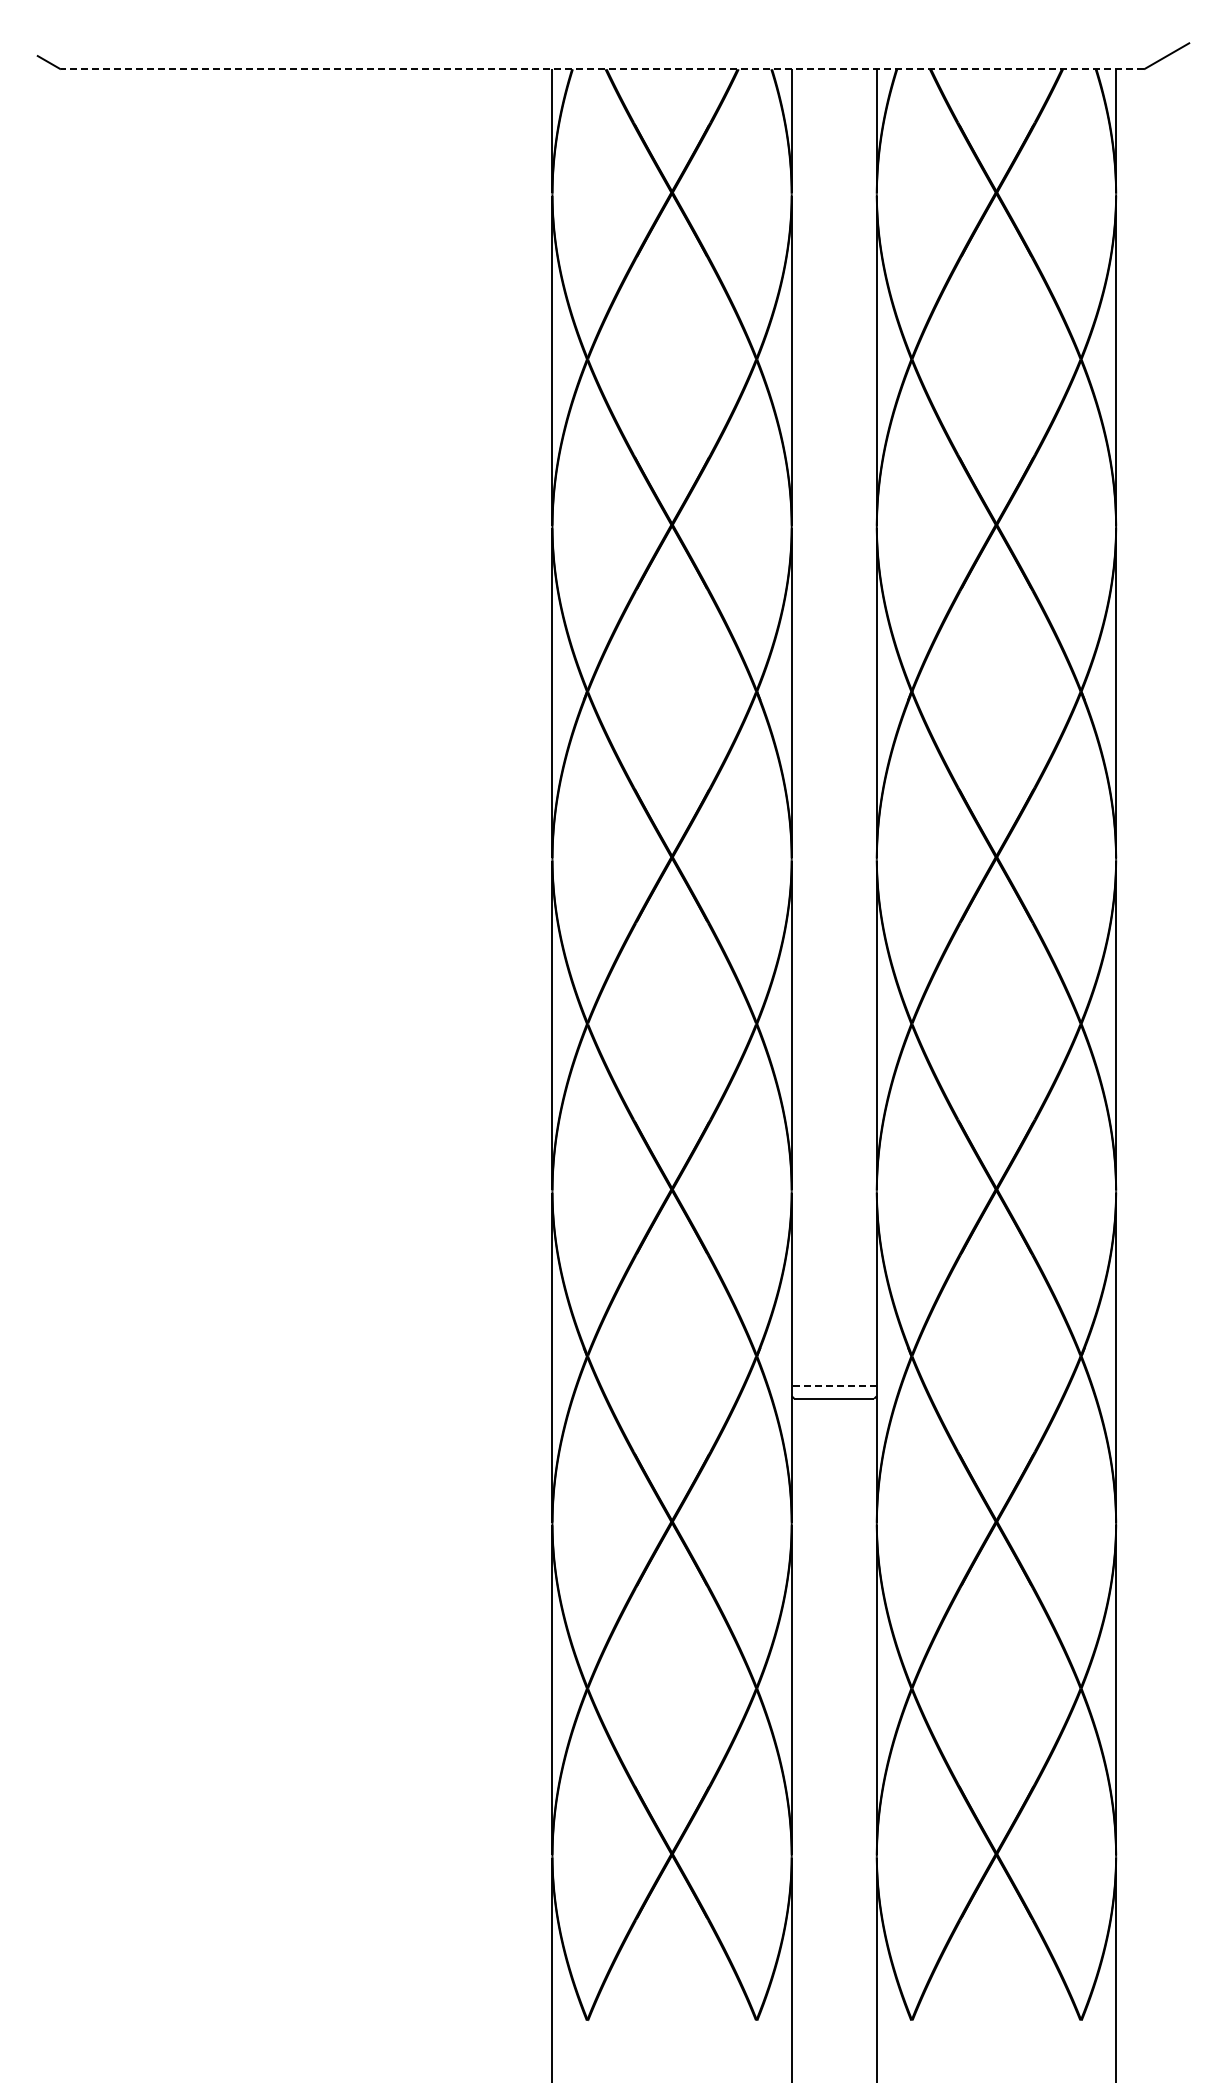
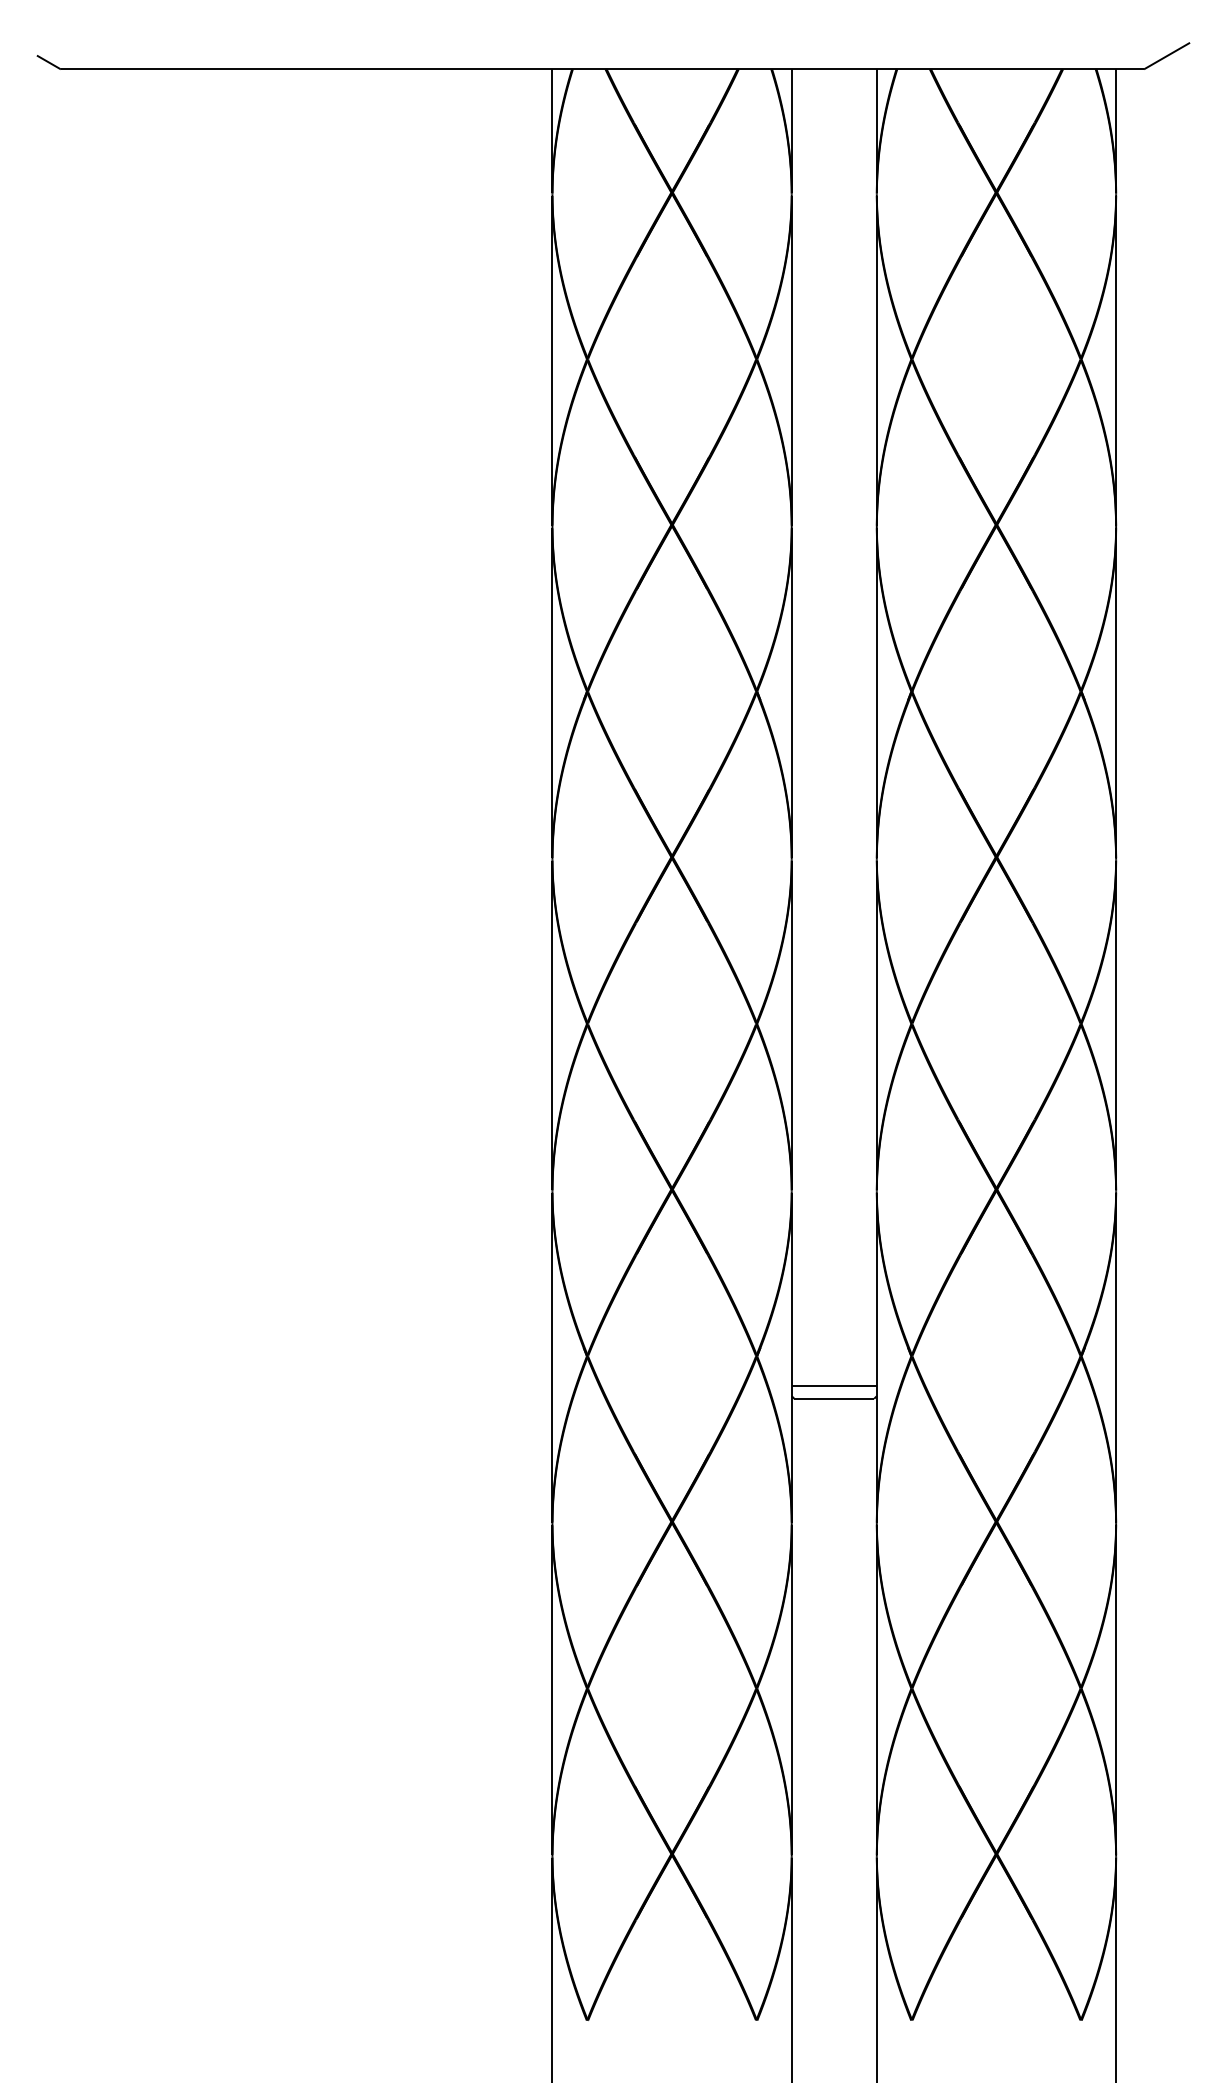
line at (602, 69): dashed -> solid
line at (834, 1385): dashed -> solid
